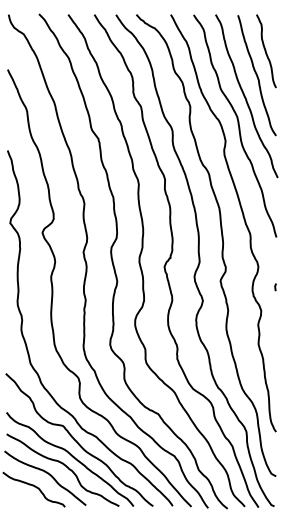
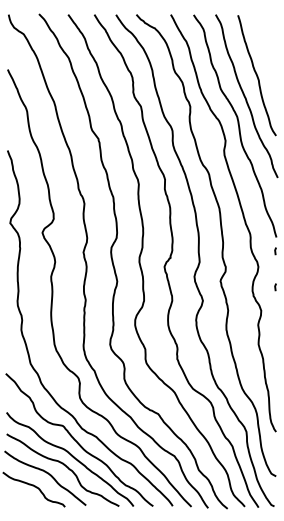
curve at (266, 51): present -> none
line at (275, 251): none -> present
